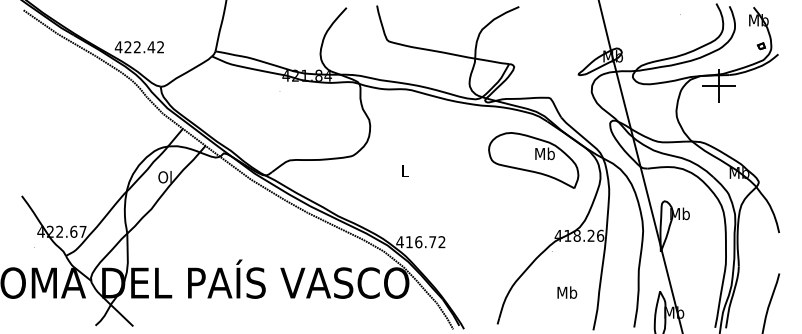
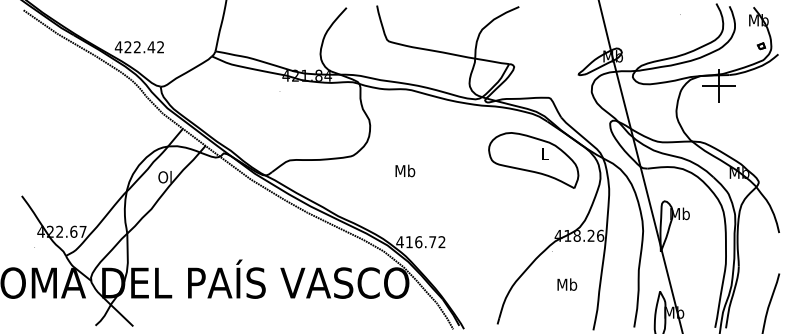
text at (544, 153): Mb -> L
text at (405, 170): L -> Mb
text at (567, 292) position: (567, 292) -> (567, 284)
